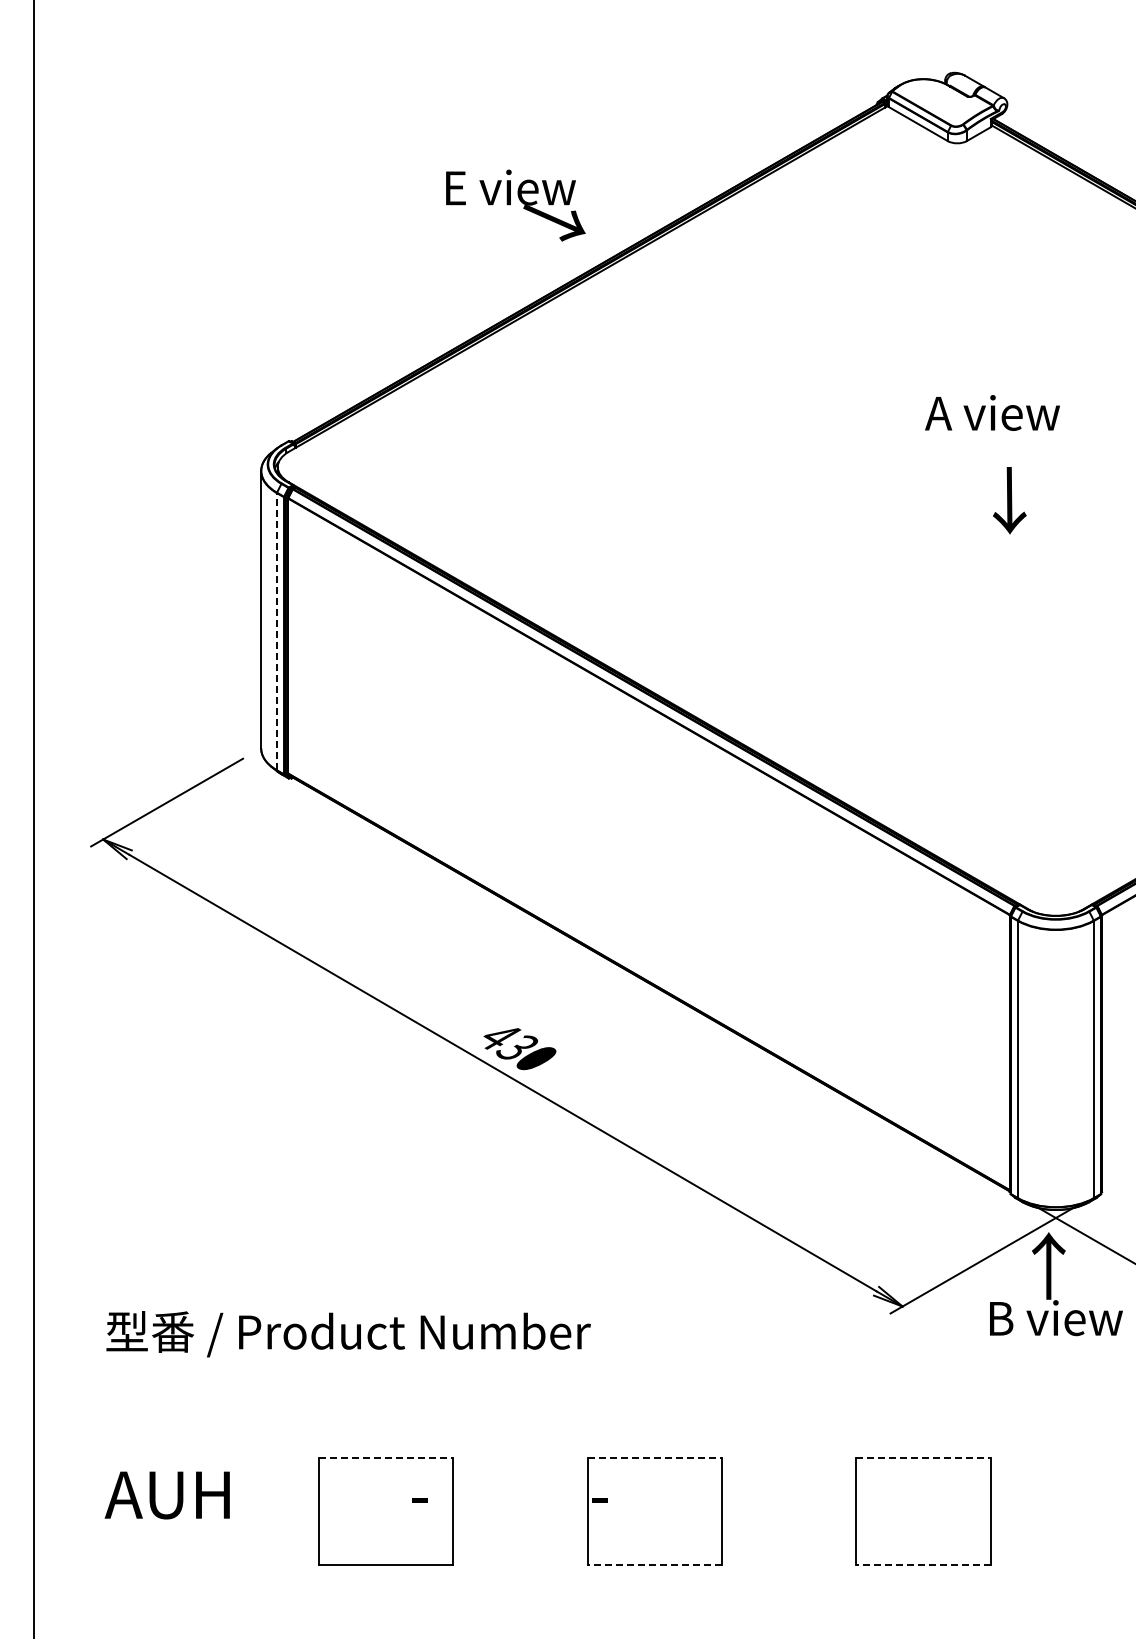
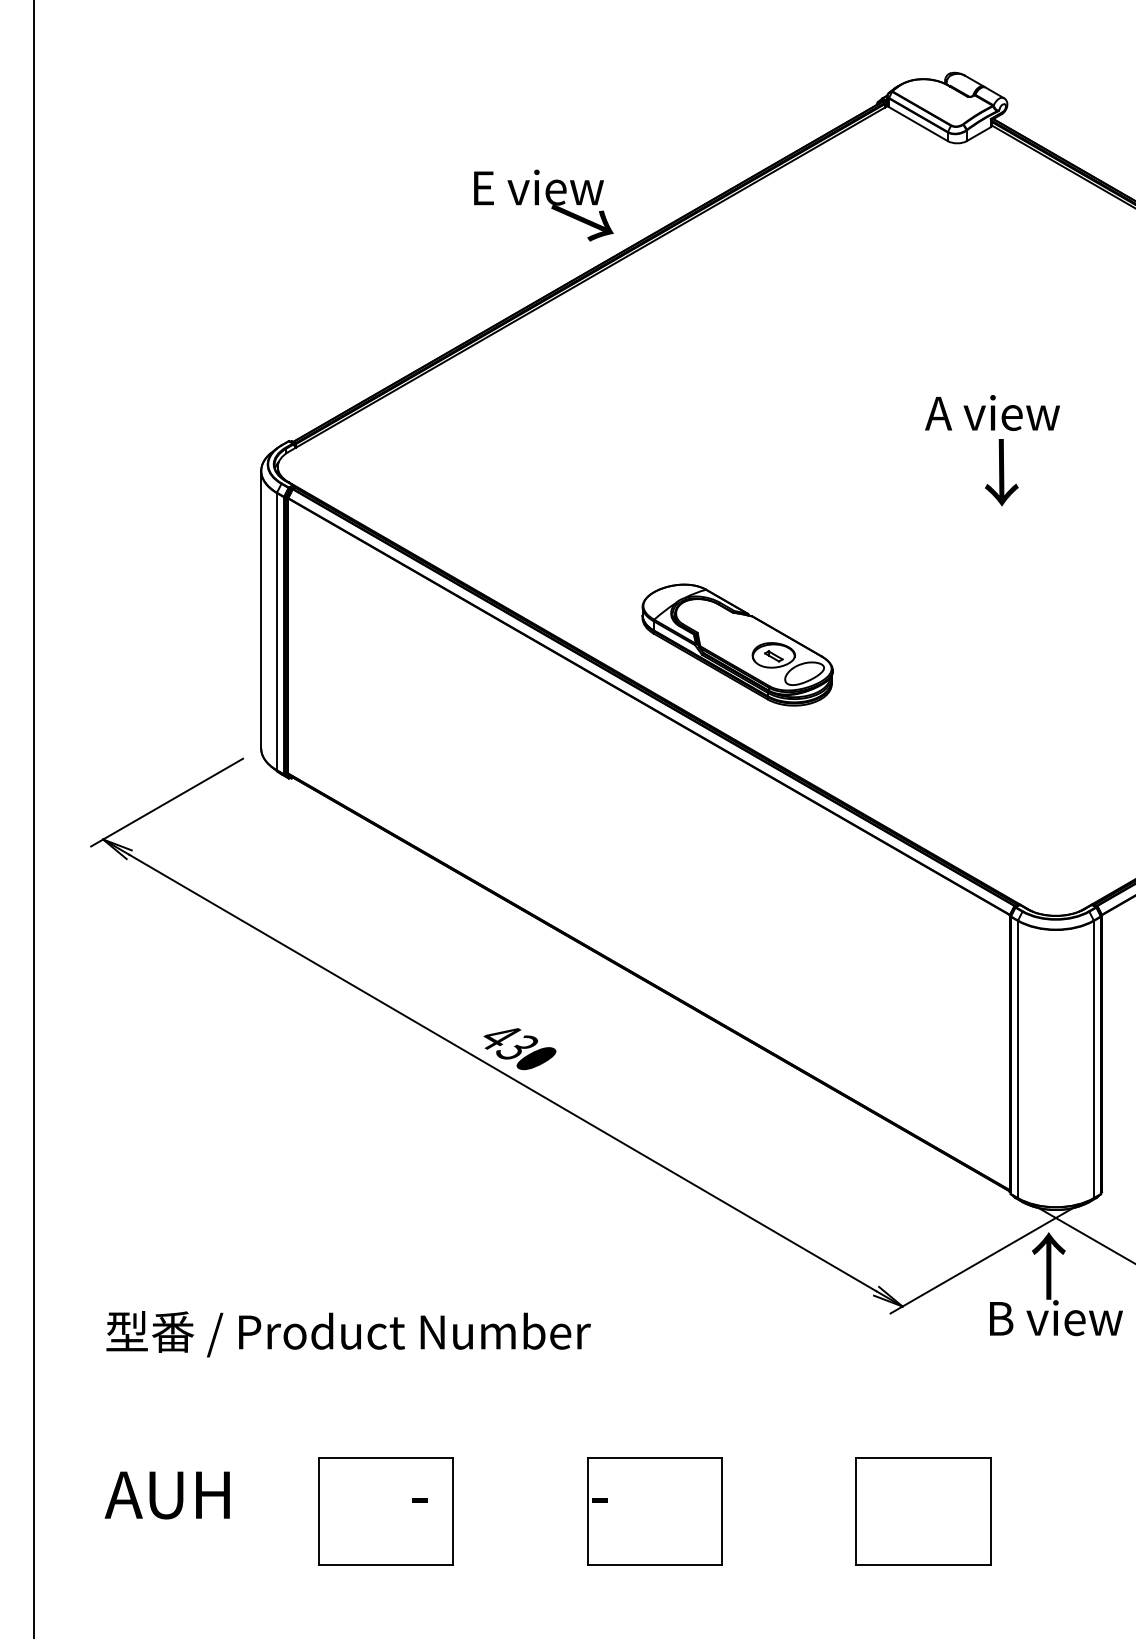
text at (515, 205) position: (515, 205) -> (543, 205)
text at (1009, 500) position: (1009, 500) -> (1001, 472)
line at (276, 631): dashed -> solid
part at (737, 644): none -> present
line at (386, 1457): dashed -> solid
line at (655, 1457): dashed -> solid
line at (924, 1457): dashed -> solid
line at (654, 1565): dashed -> solid
line at (923, 1565): dashed -> solid
